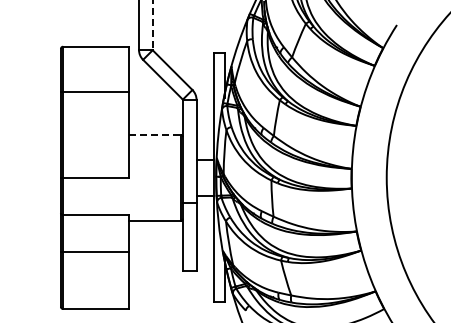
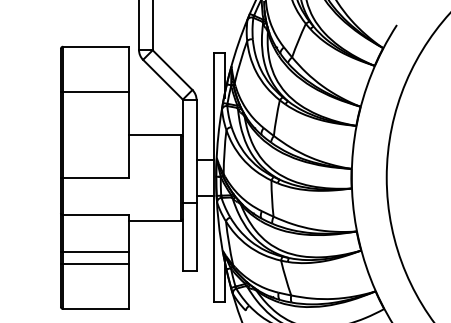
line at (152, 25): dashed -> solid
line at (155, 134): dashed -> solid
line at (94, 263): none -> present
